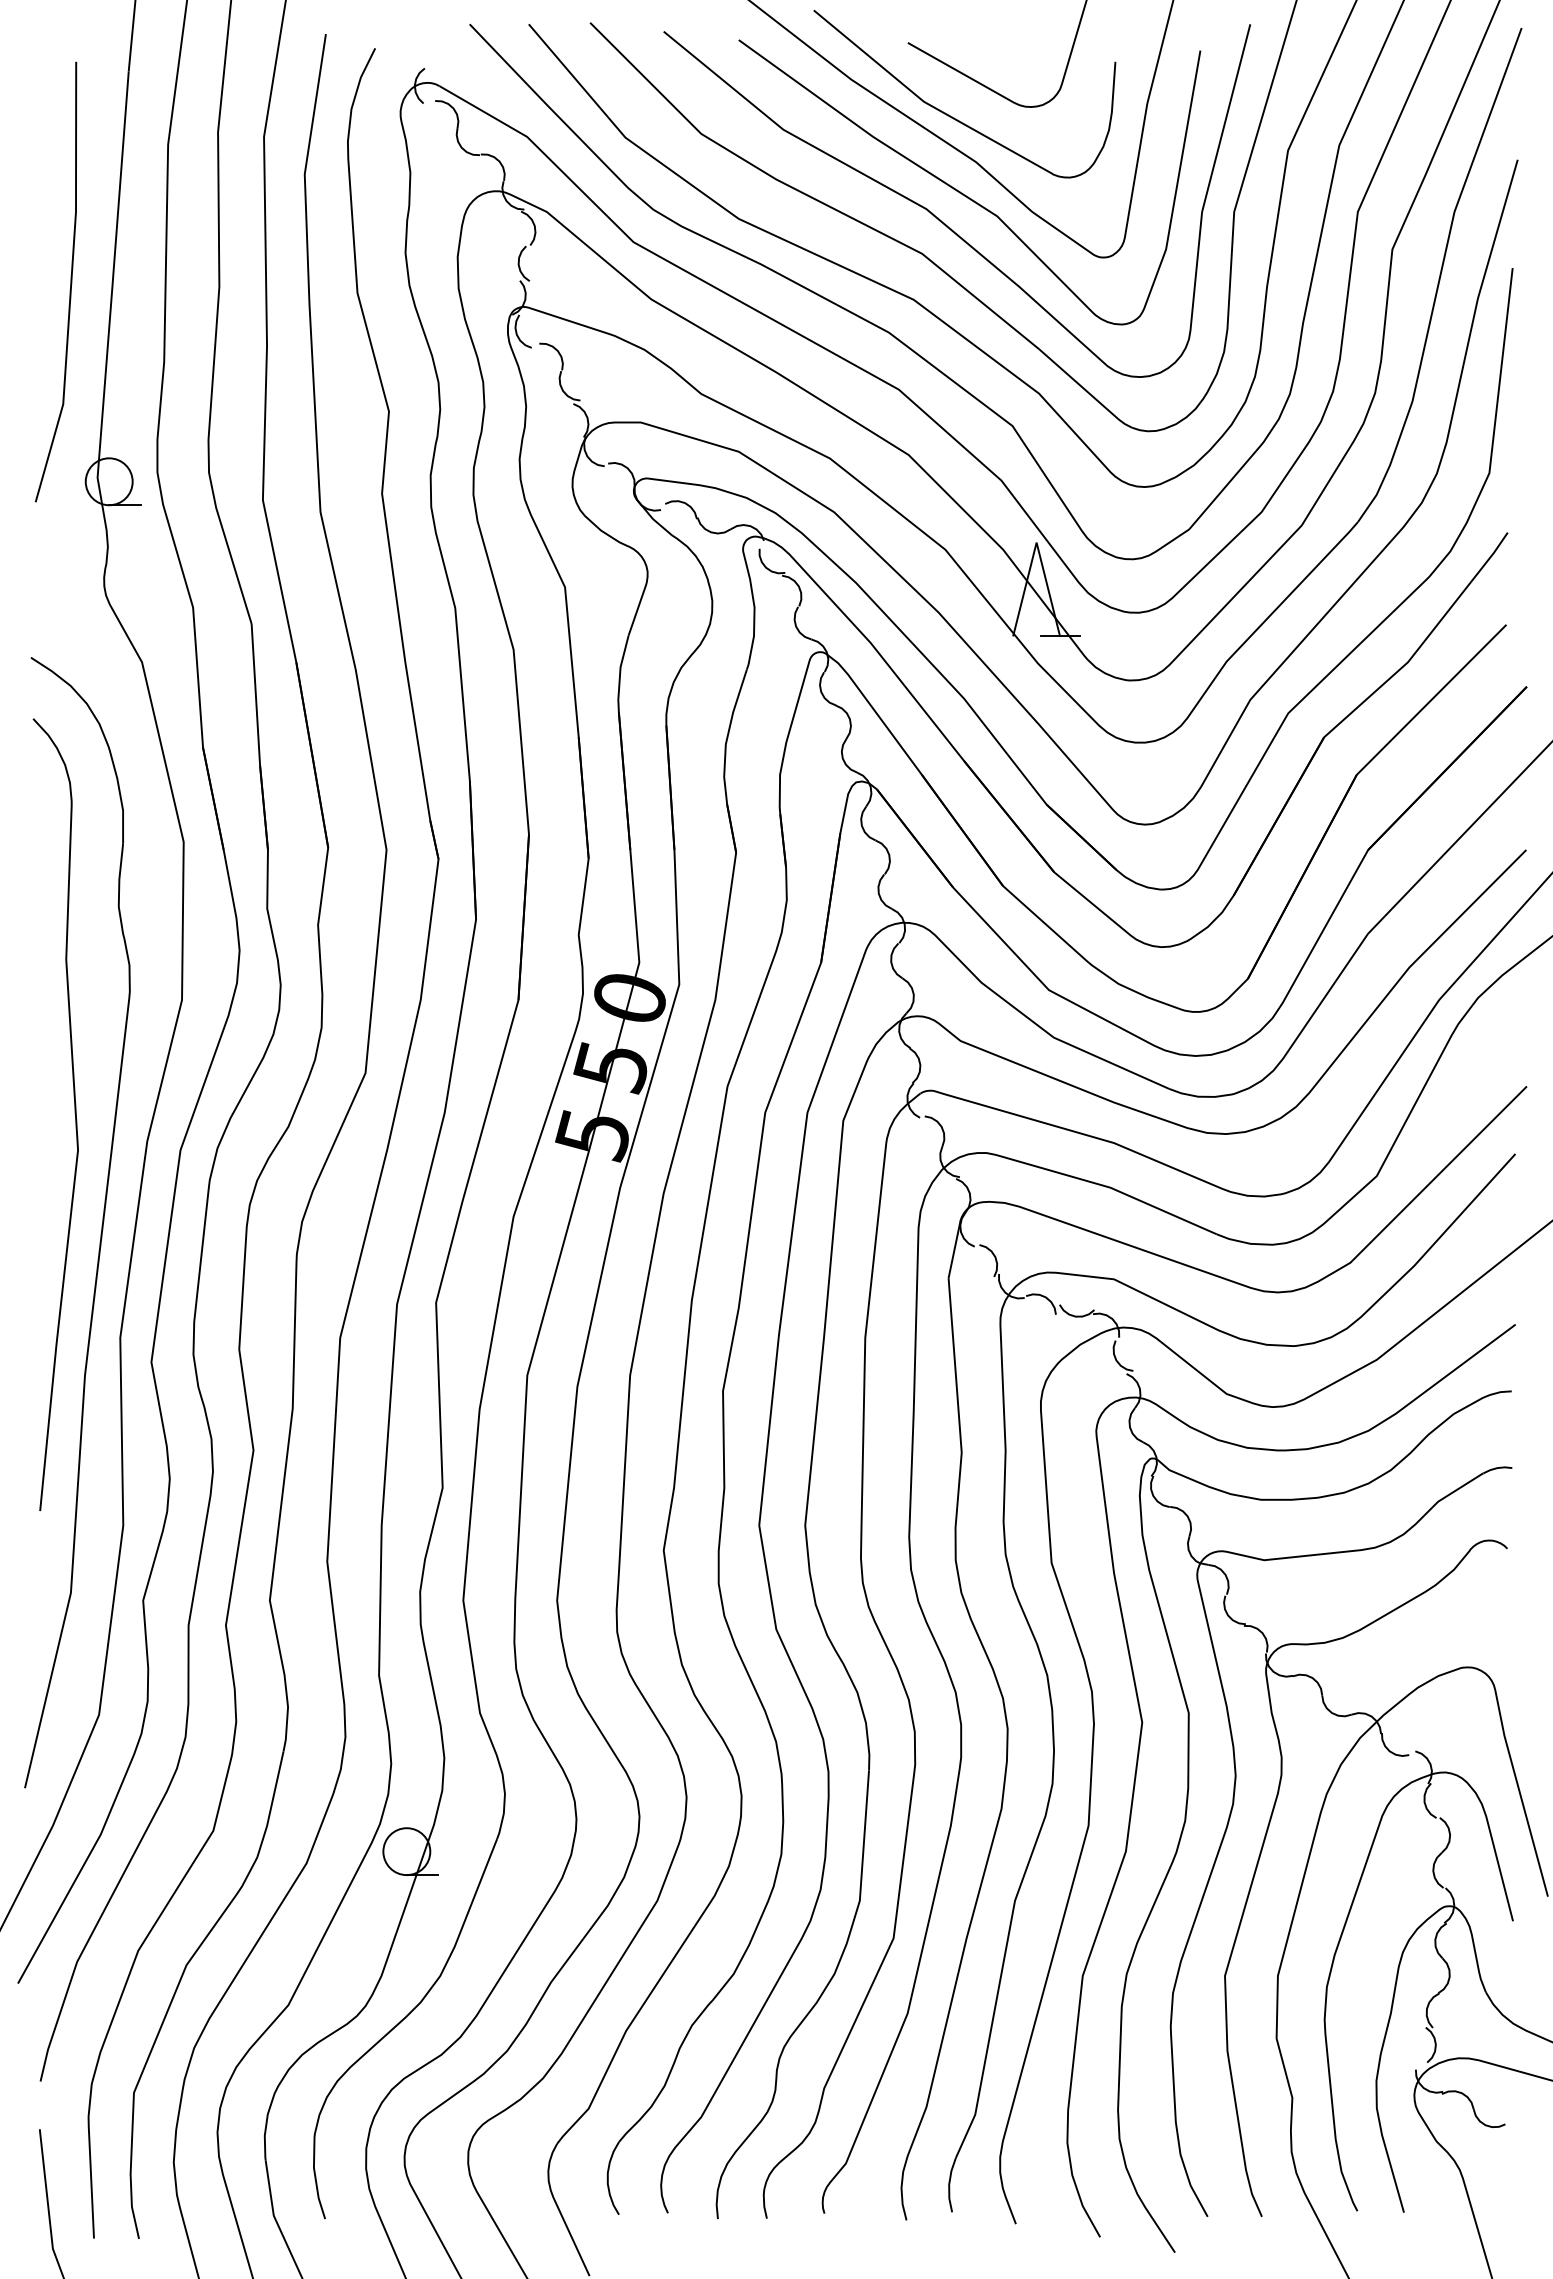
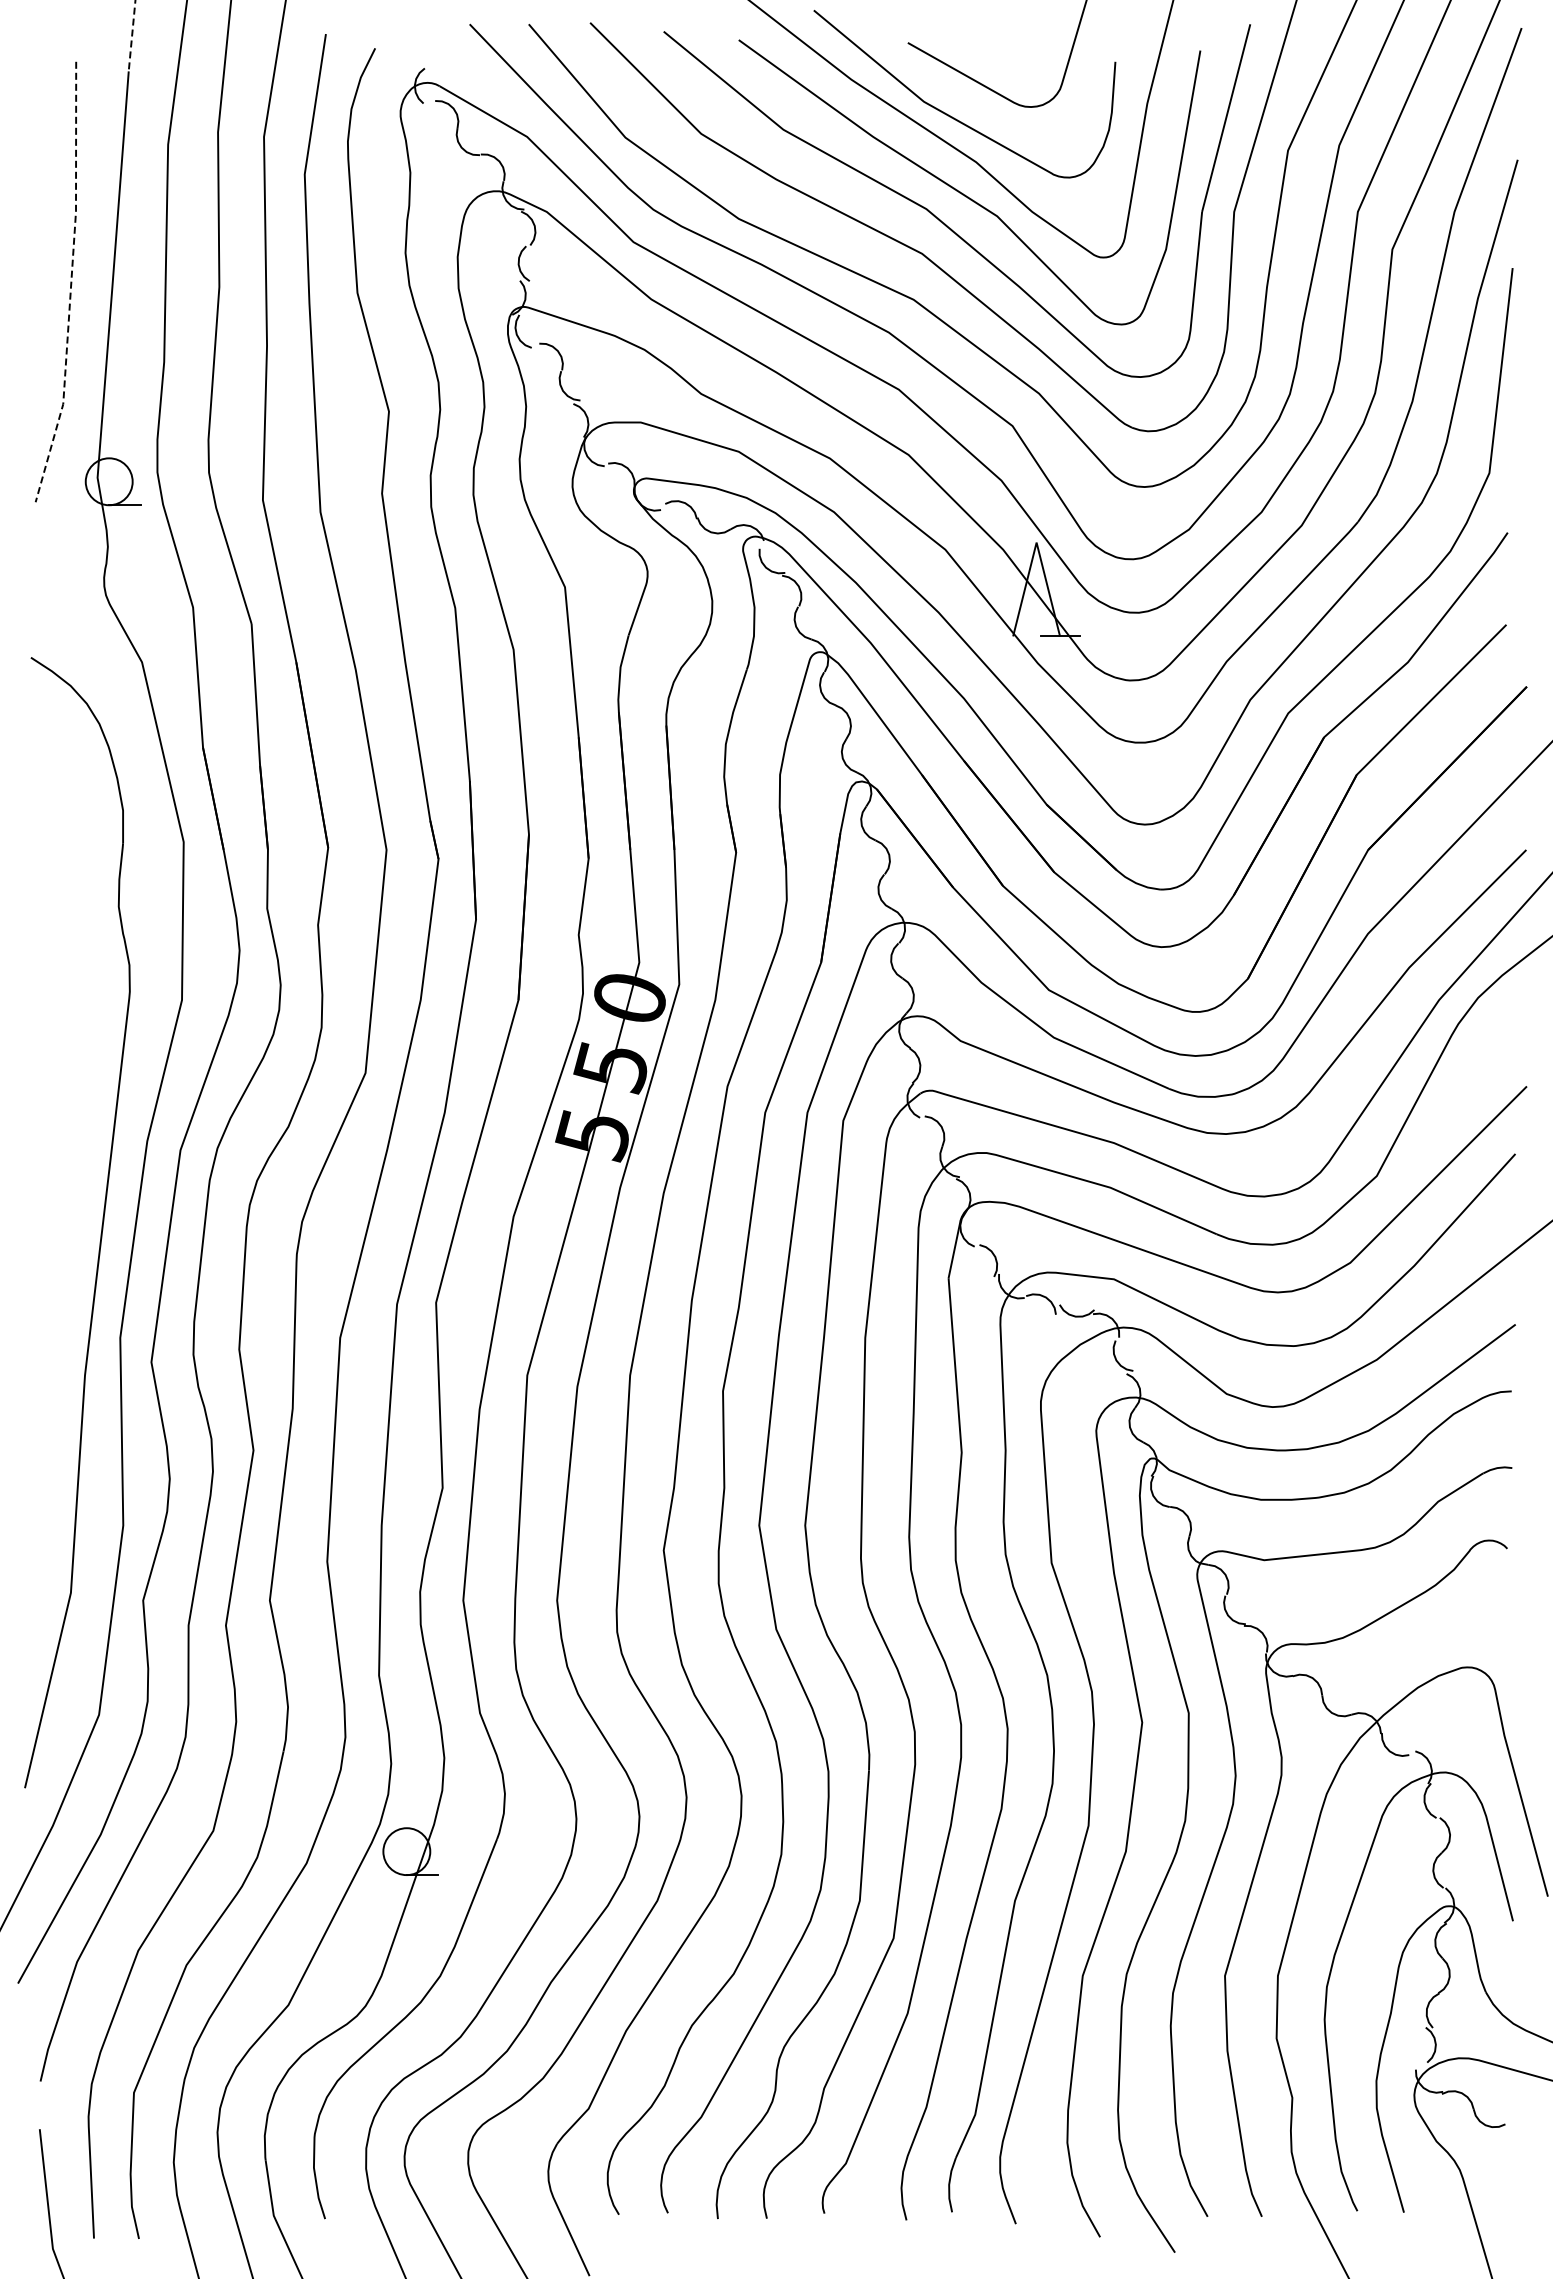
line at (132, 35): solid -> dashed
line at (71, 283): solid -> dashed
curve at (74, 1113): present -> none
